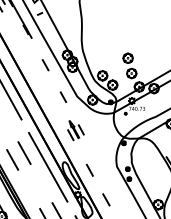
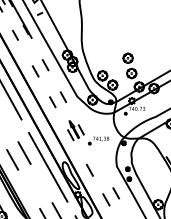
line at (15, 34): none -> present
line at (35, 71): none -> present
line at (52, 102): none -> present
part at (98, 140): none -> present
line at (116, 193): none -> present
